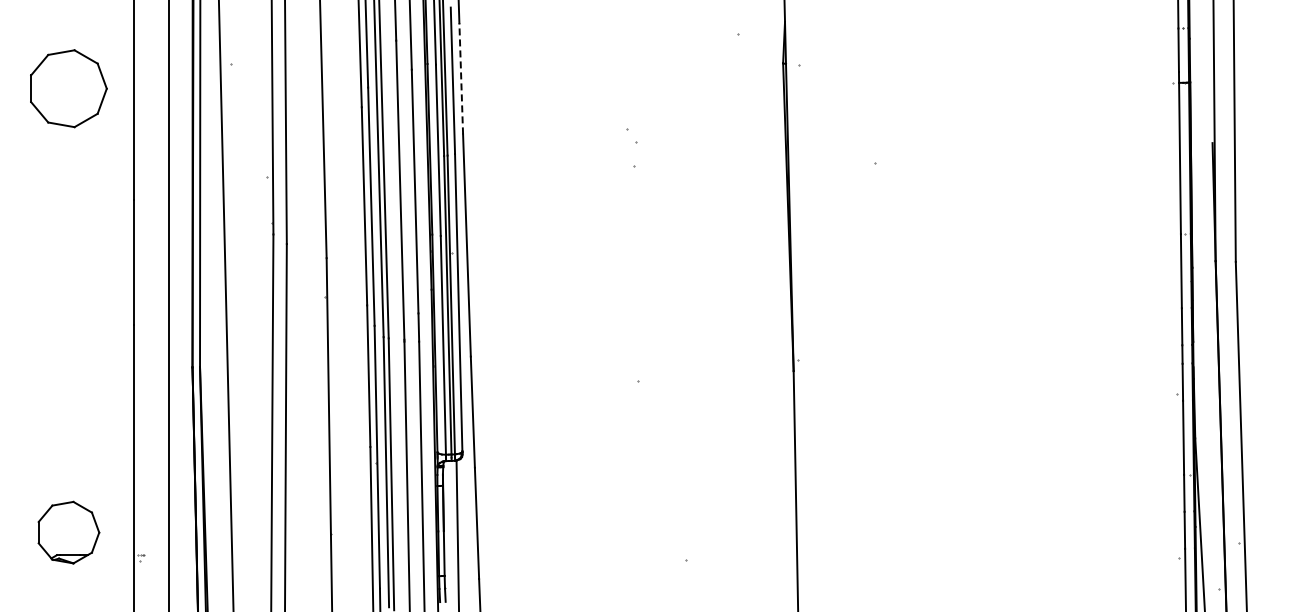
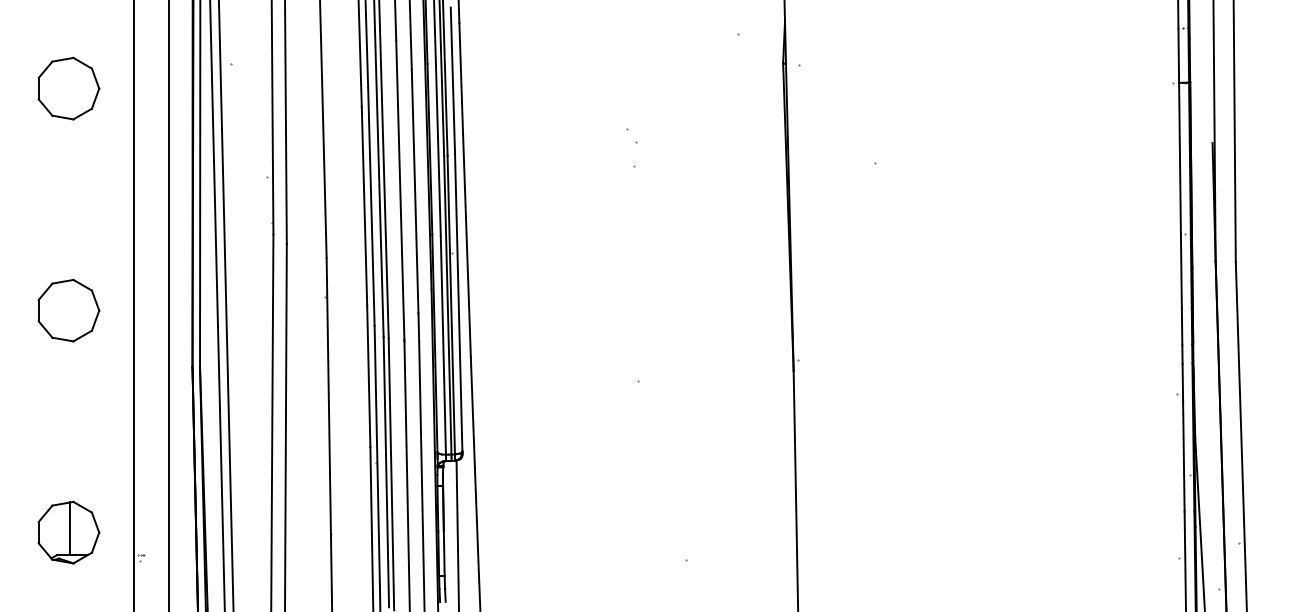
line at (461, 78): dashed -> solid
part at (68, 88) size: 78x80 px -> 64x65 px
line at (217, 305): none -> present
part at (68, 310): none -> present
line at (70, 528): none -> present
